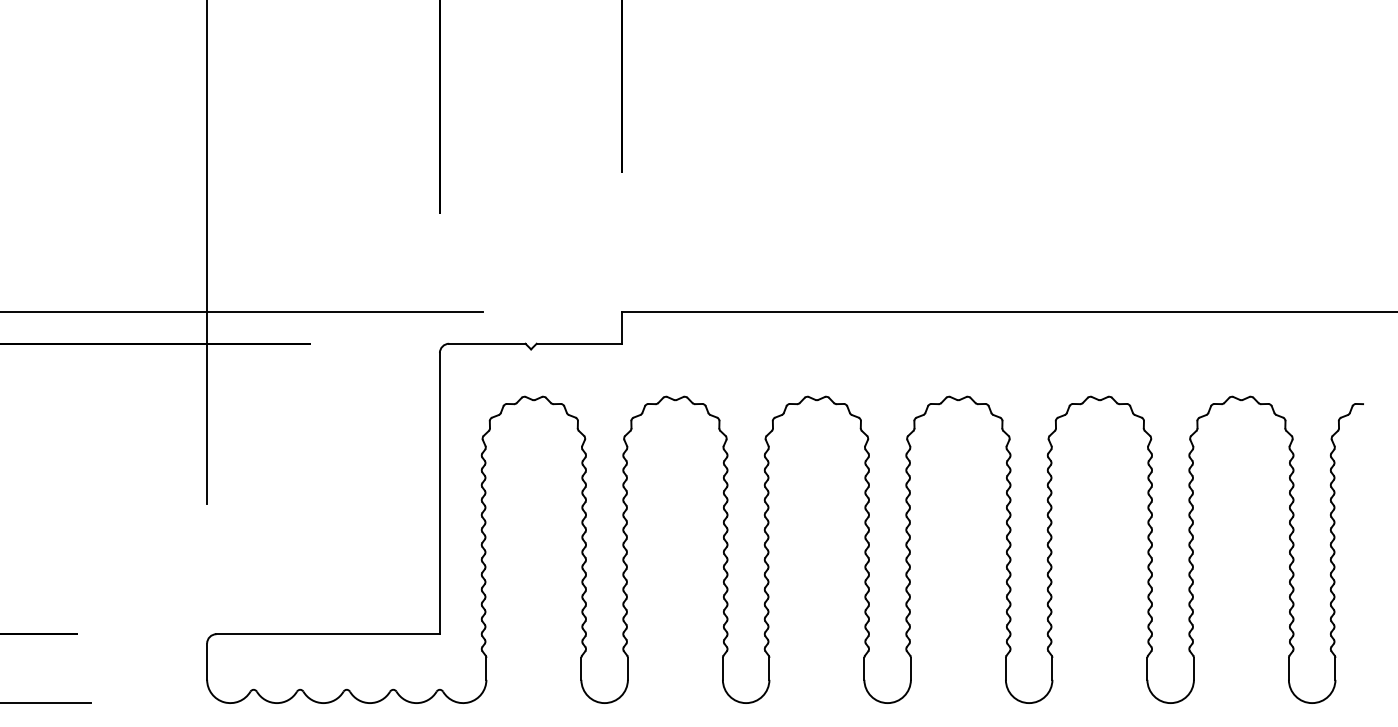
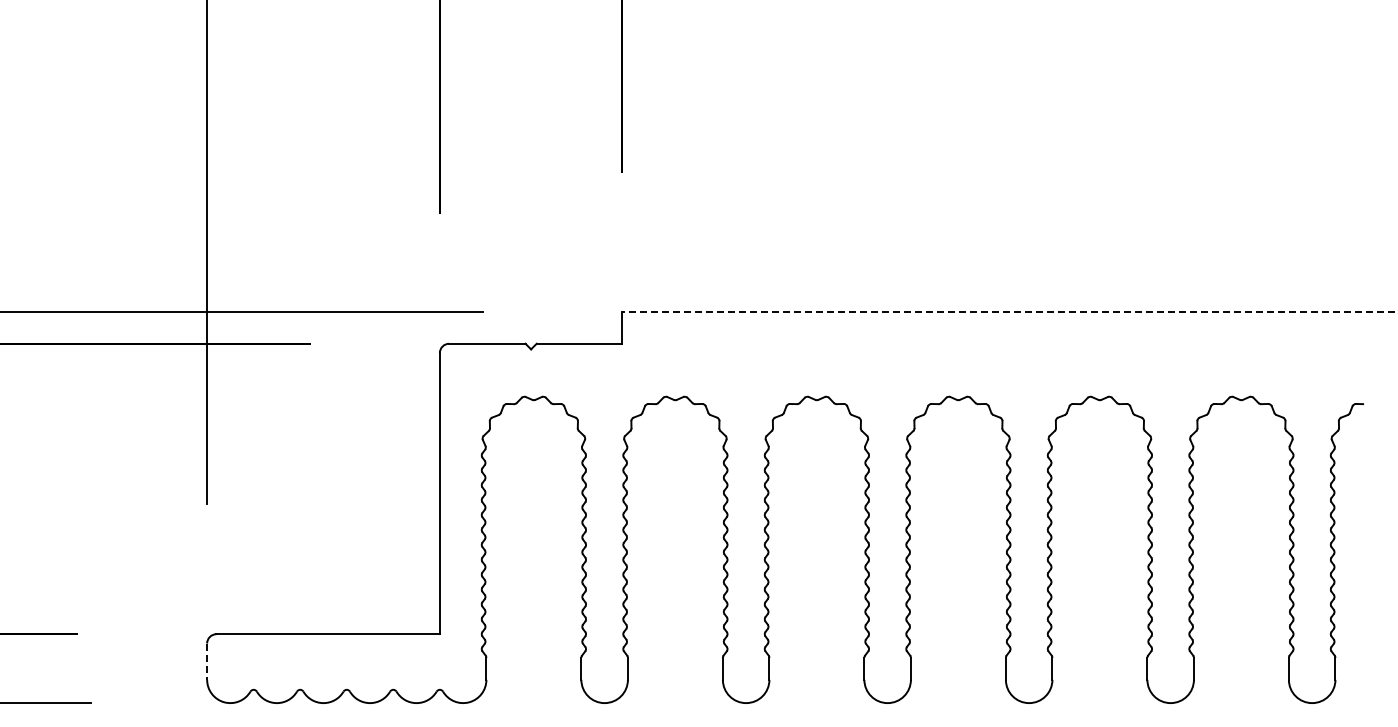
line at (1009, 312): solid -> dashed
line at (207, 662): solid -> dashed
